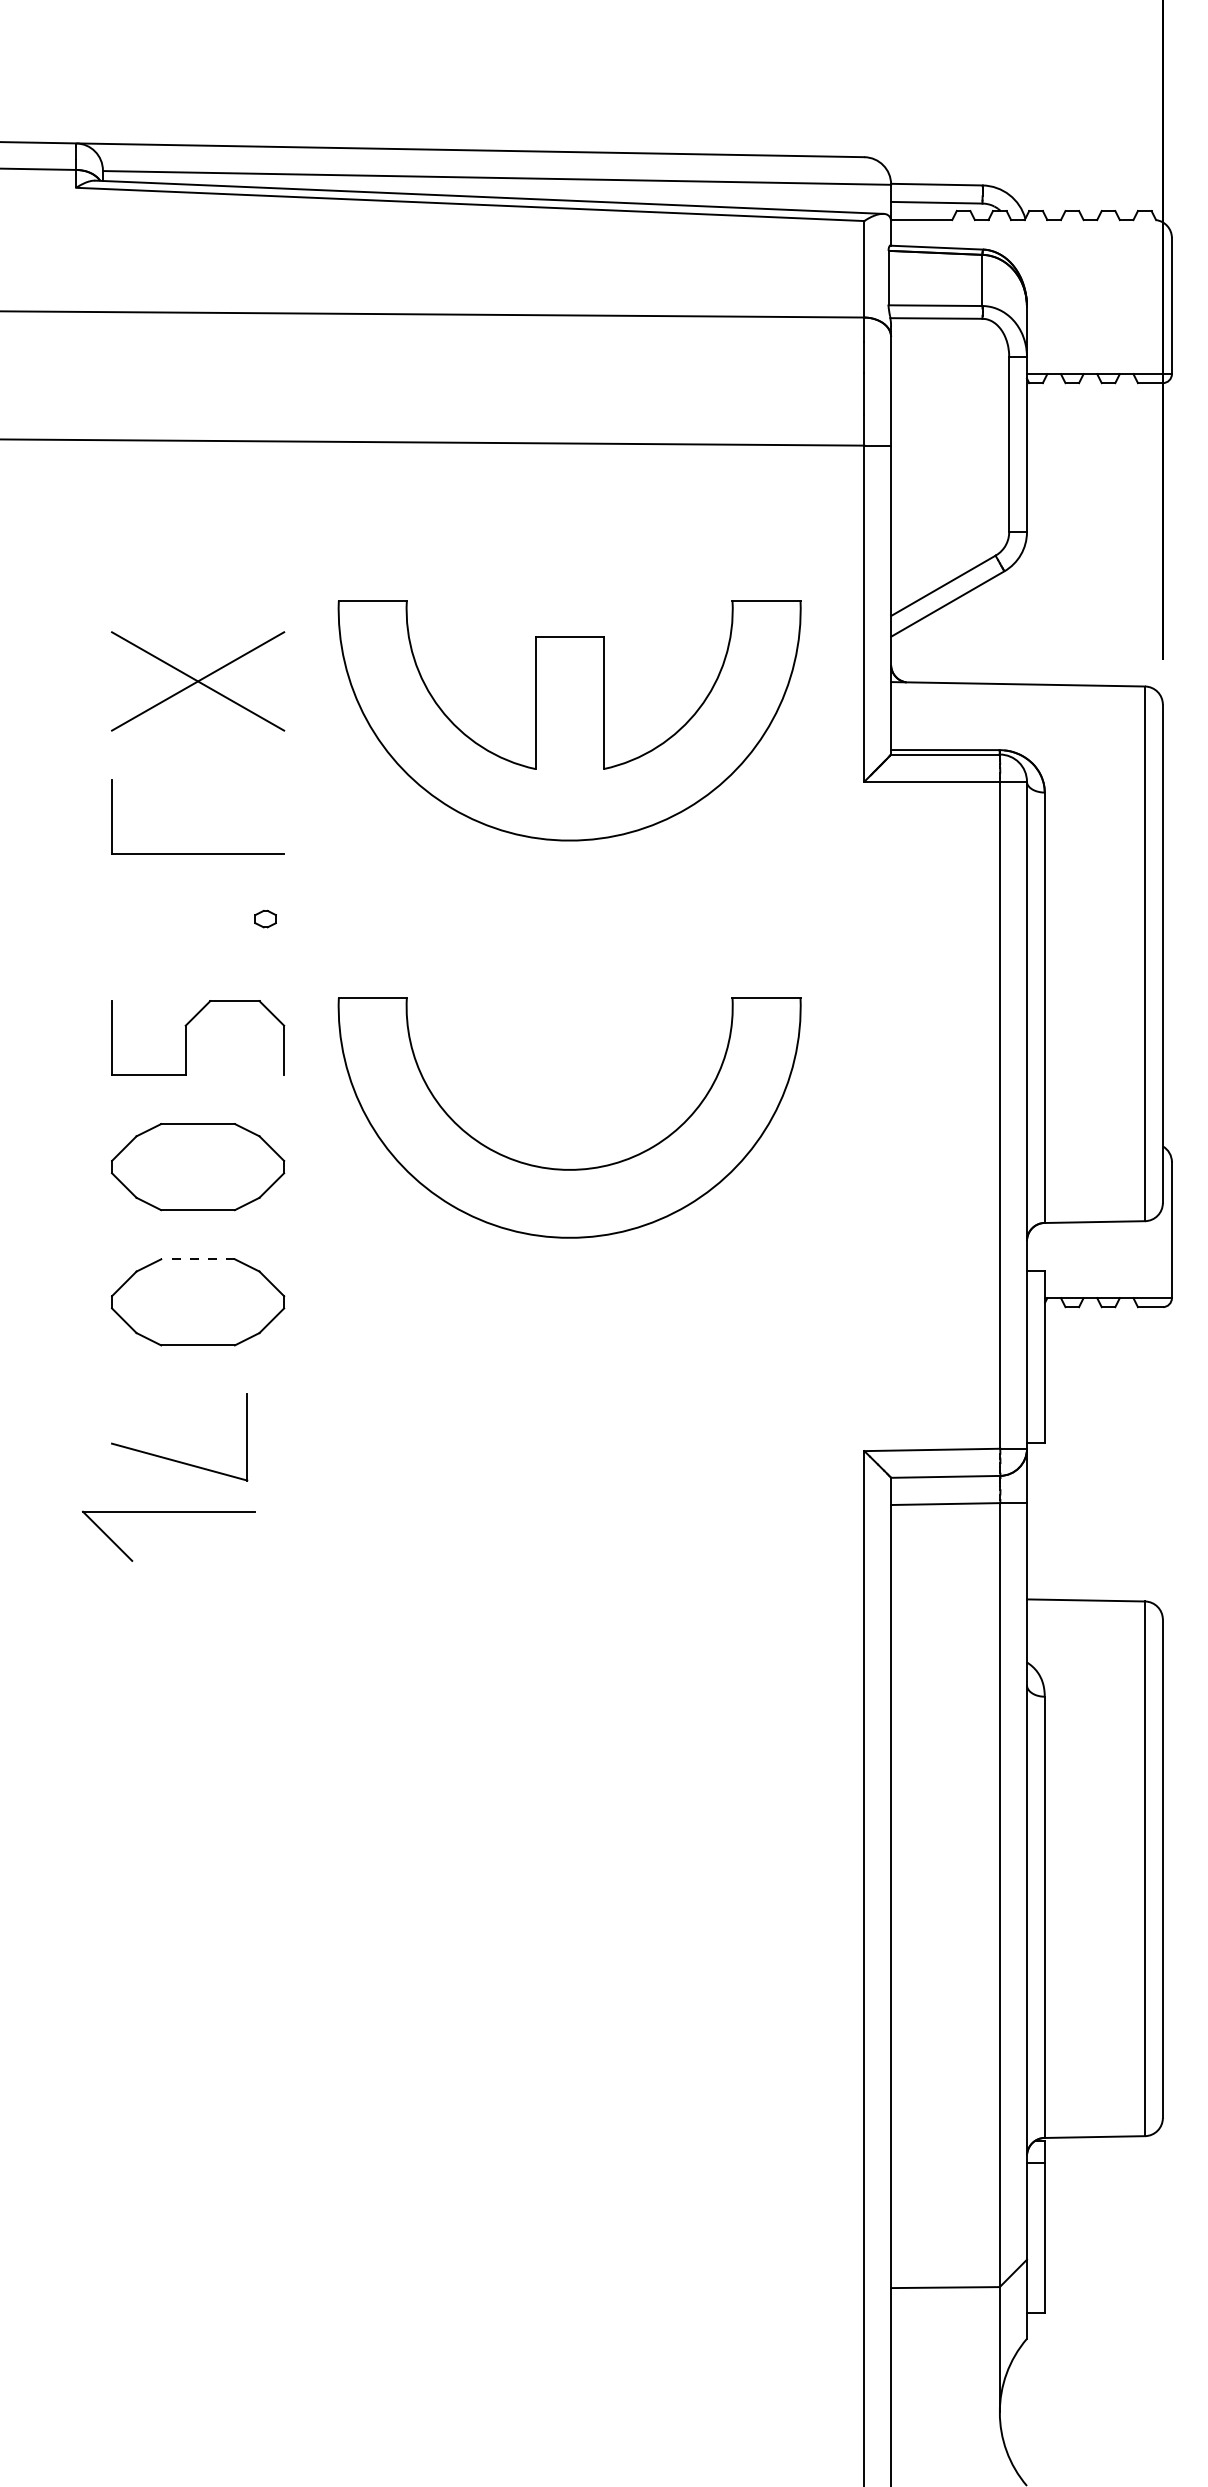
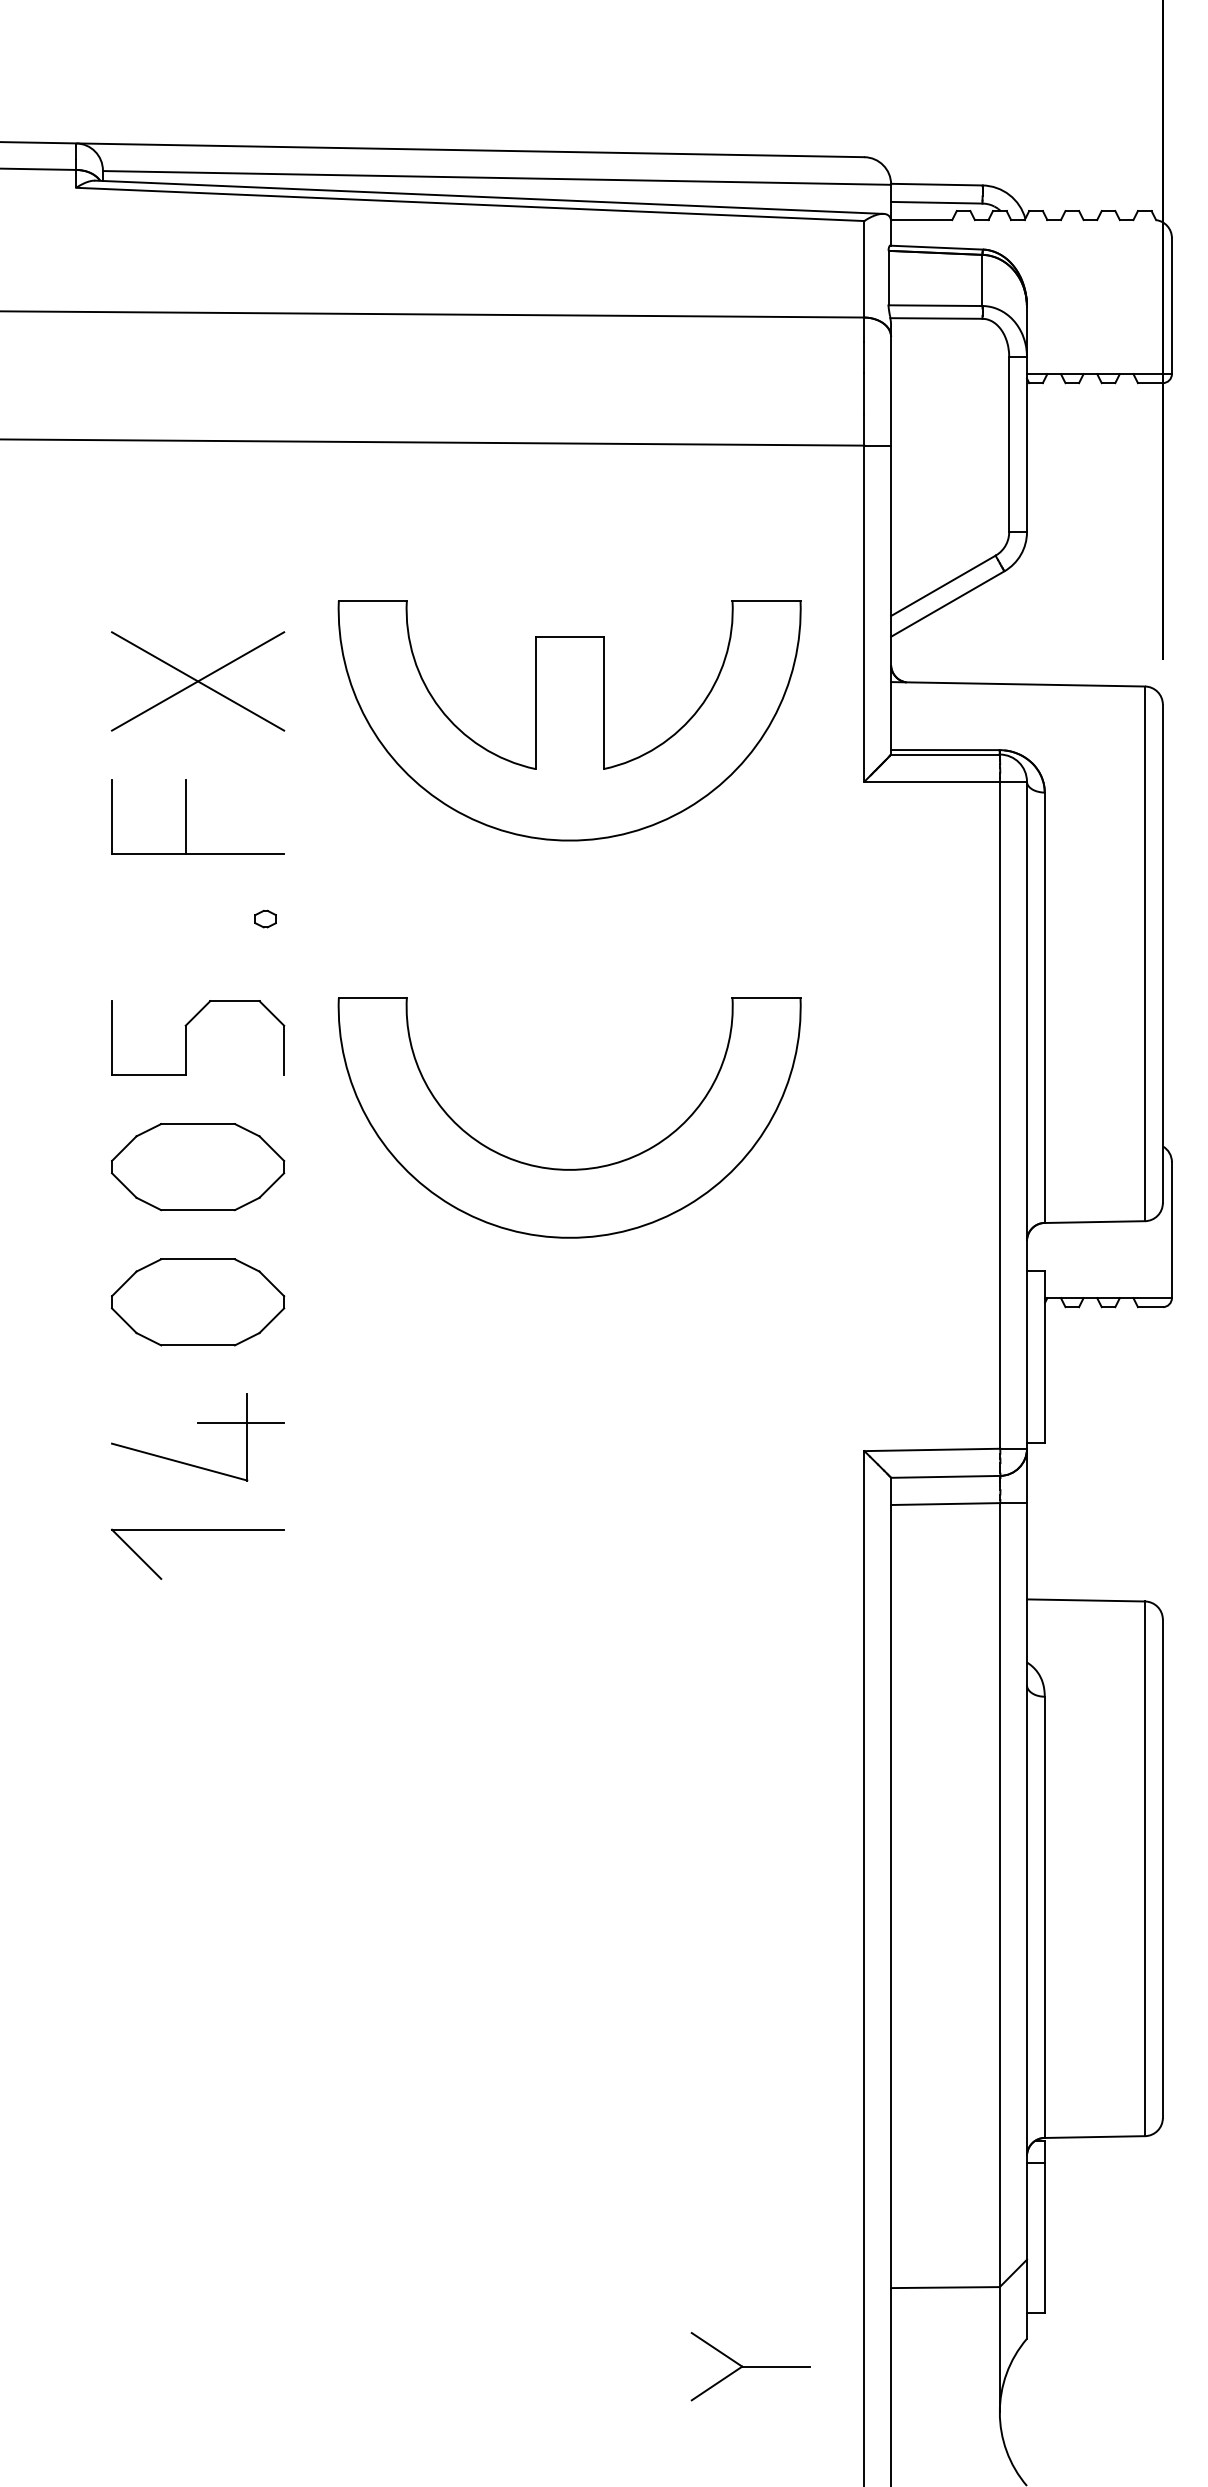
line at (185, 816): none -> present
line at (198, 1259): dashed -> solid
line at (241, 1423): none -> present
part at (168, 1512) position: (168, 1512) -> (197, 1530)
part at (750, 2366): none -> present
